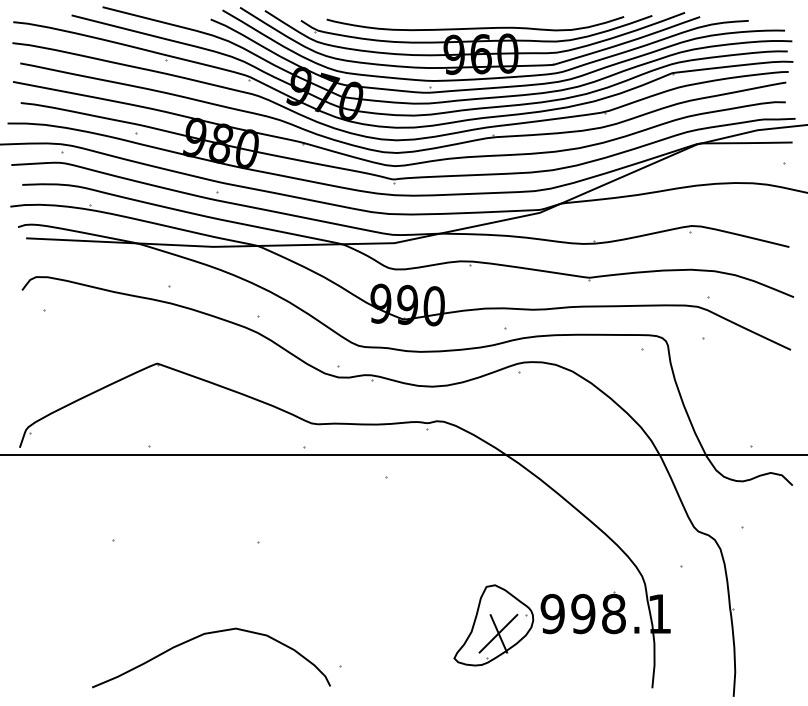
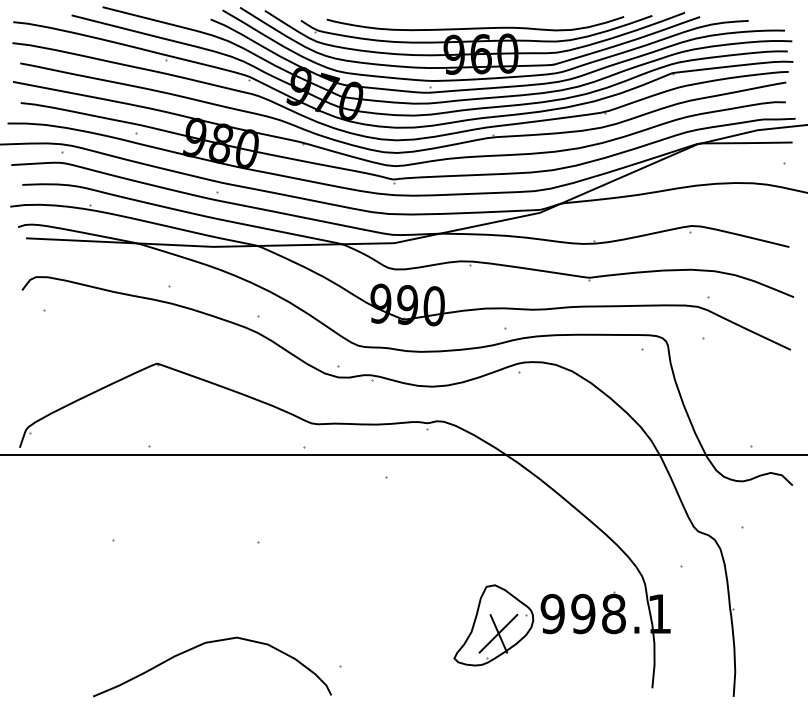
curve at (208, 634) position: (208, 634) -> (209, 643)
